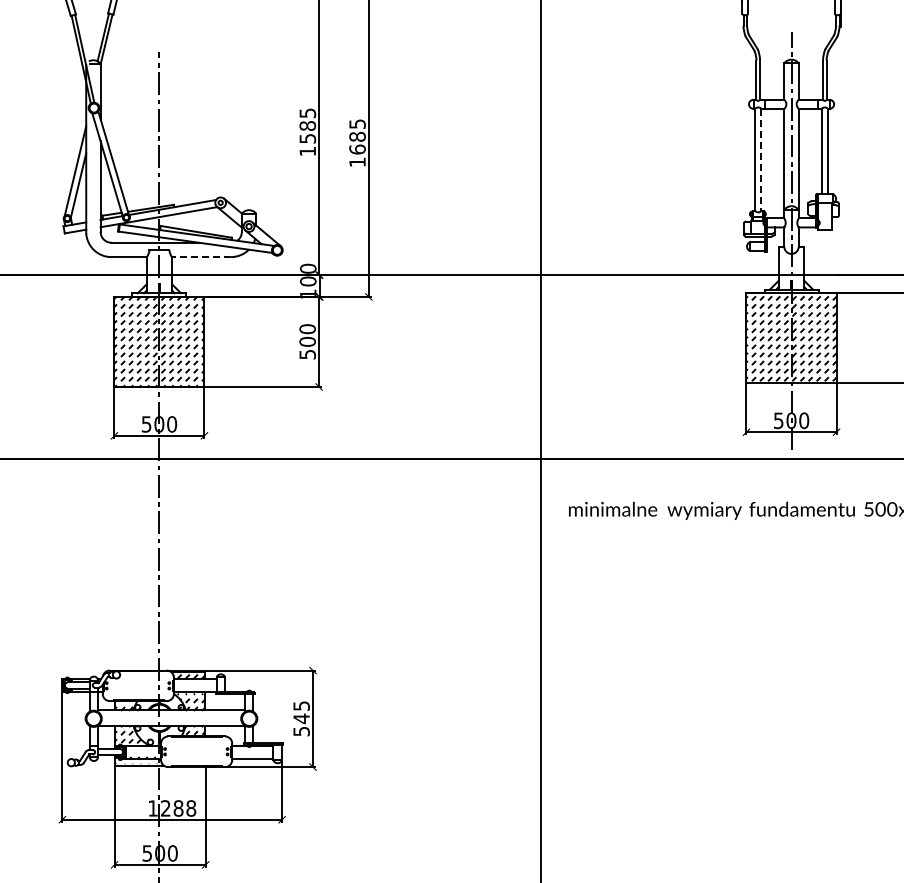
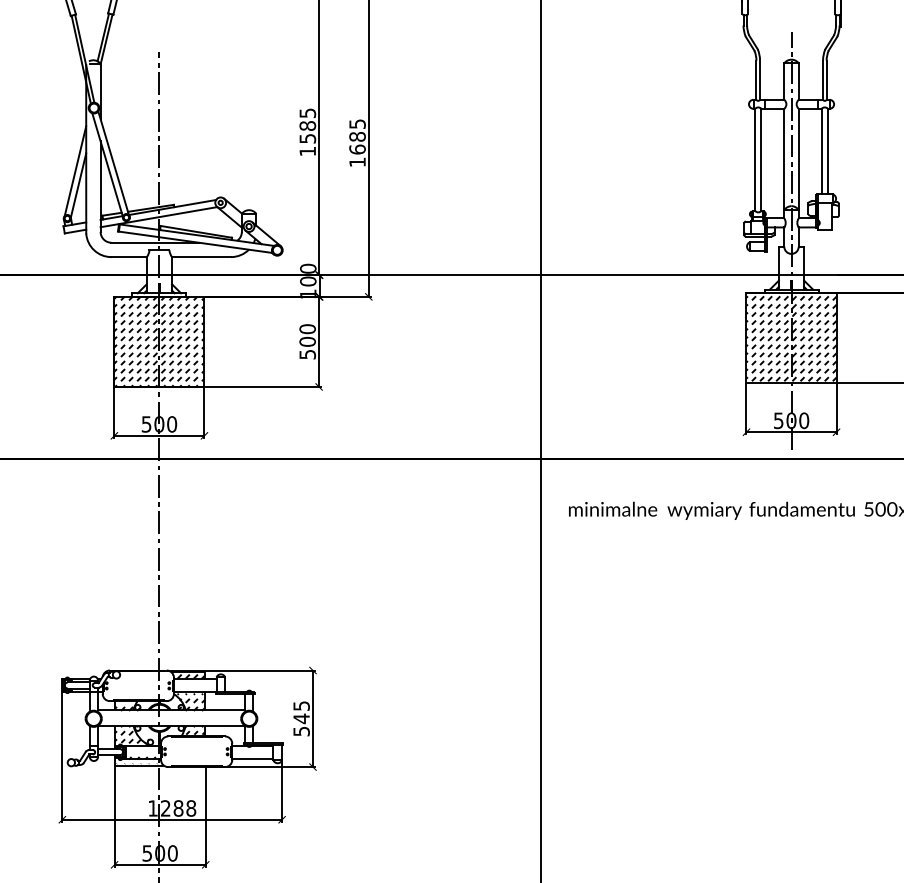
line at (761, 160): dashed -> solid
line at (201, 257): dashed -> solid
